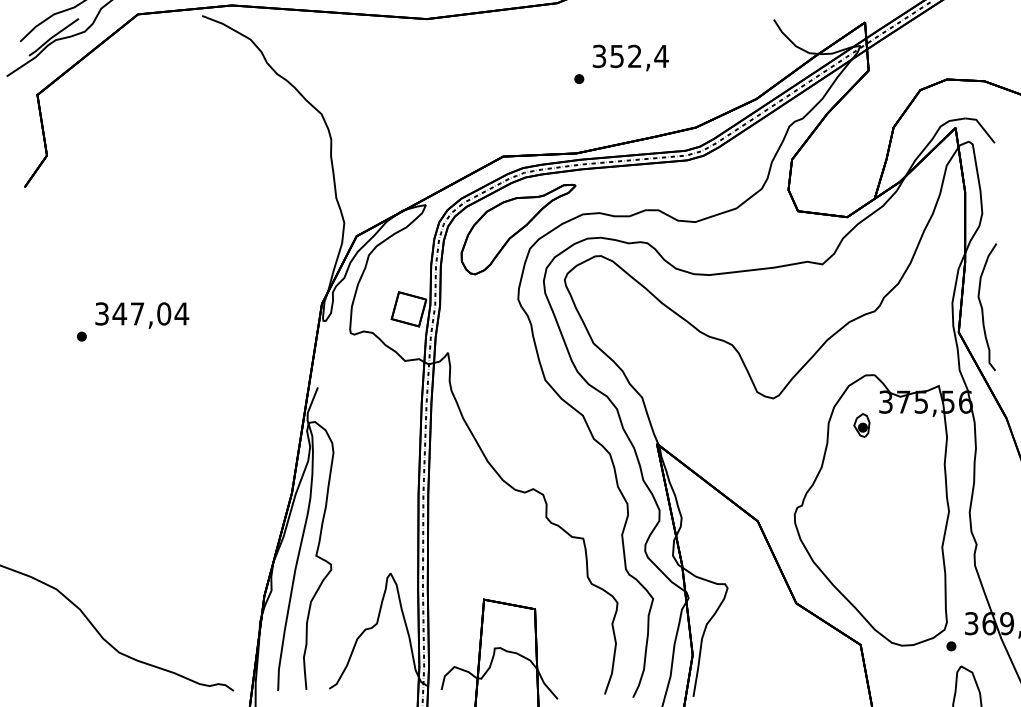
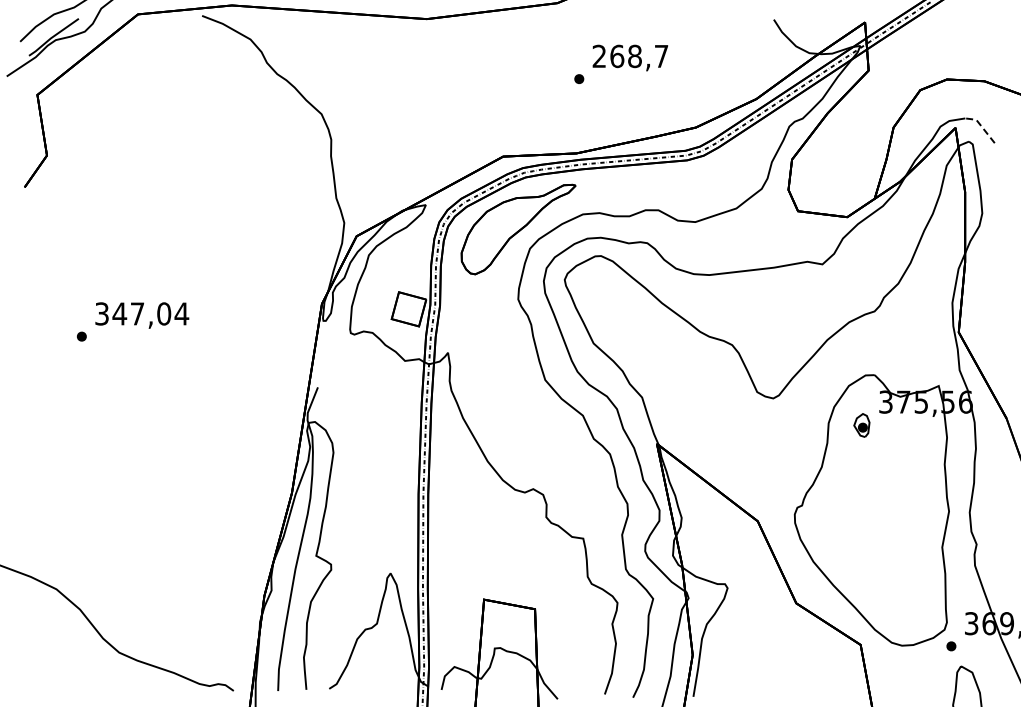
text at (630, 56): 352,4 -> 268,7
line at (981, 126): solid -> dashed
curve at (983, 309): present -> none
